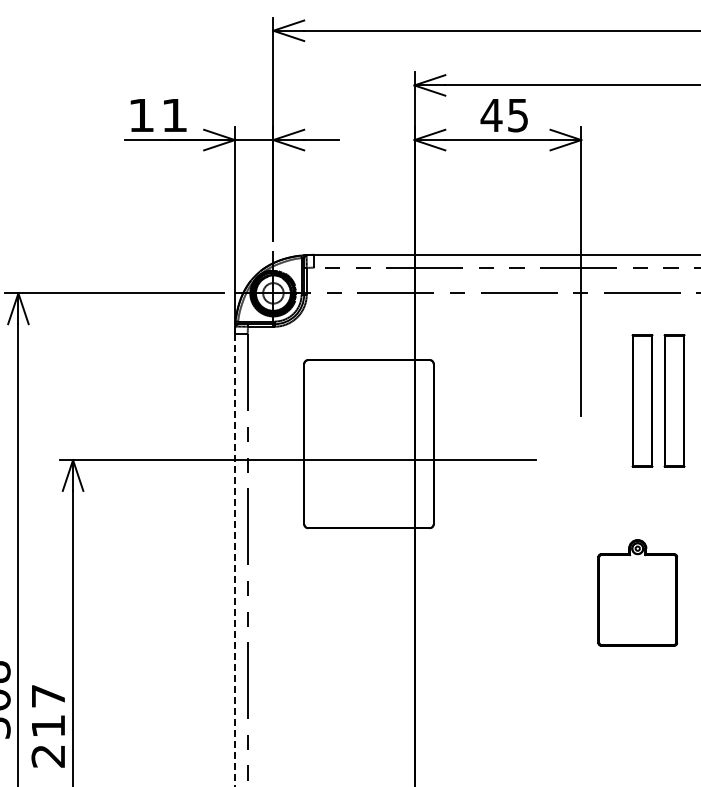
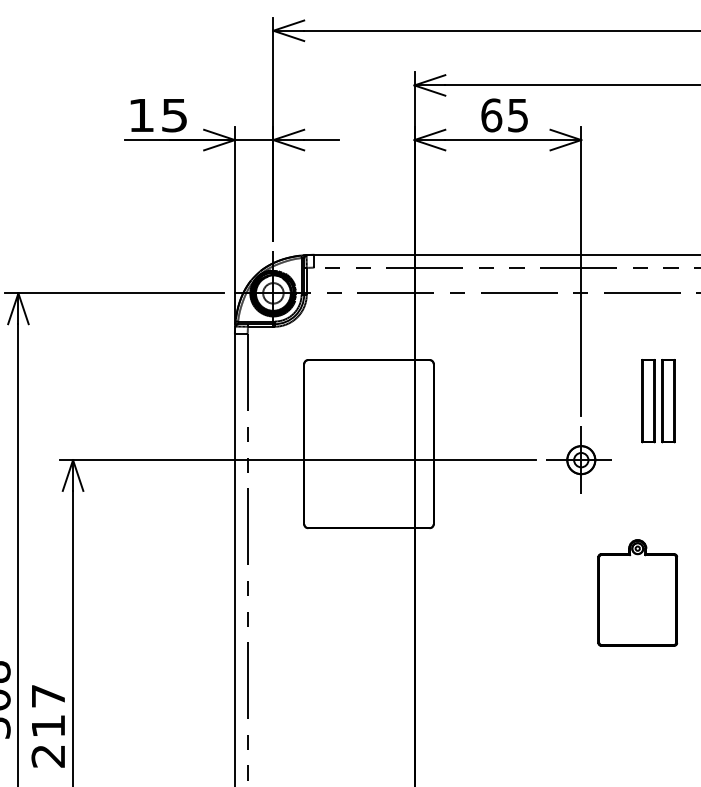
text at (174, 115): 11 -> 15
text at (491, 115): 45 -> 65
part at (658, 400) size: 55x134 px -> 35x85 px
part at (578, 459): none -> present
line at (234, 560): dashed -> solid
